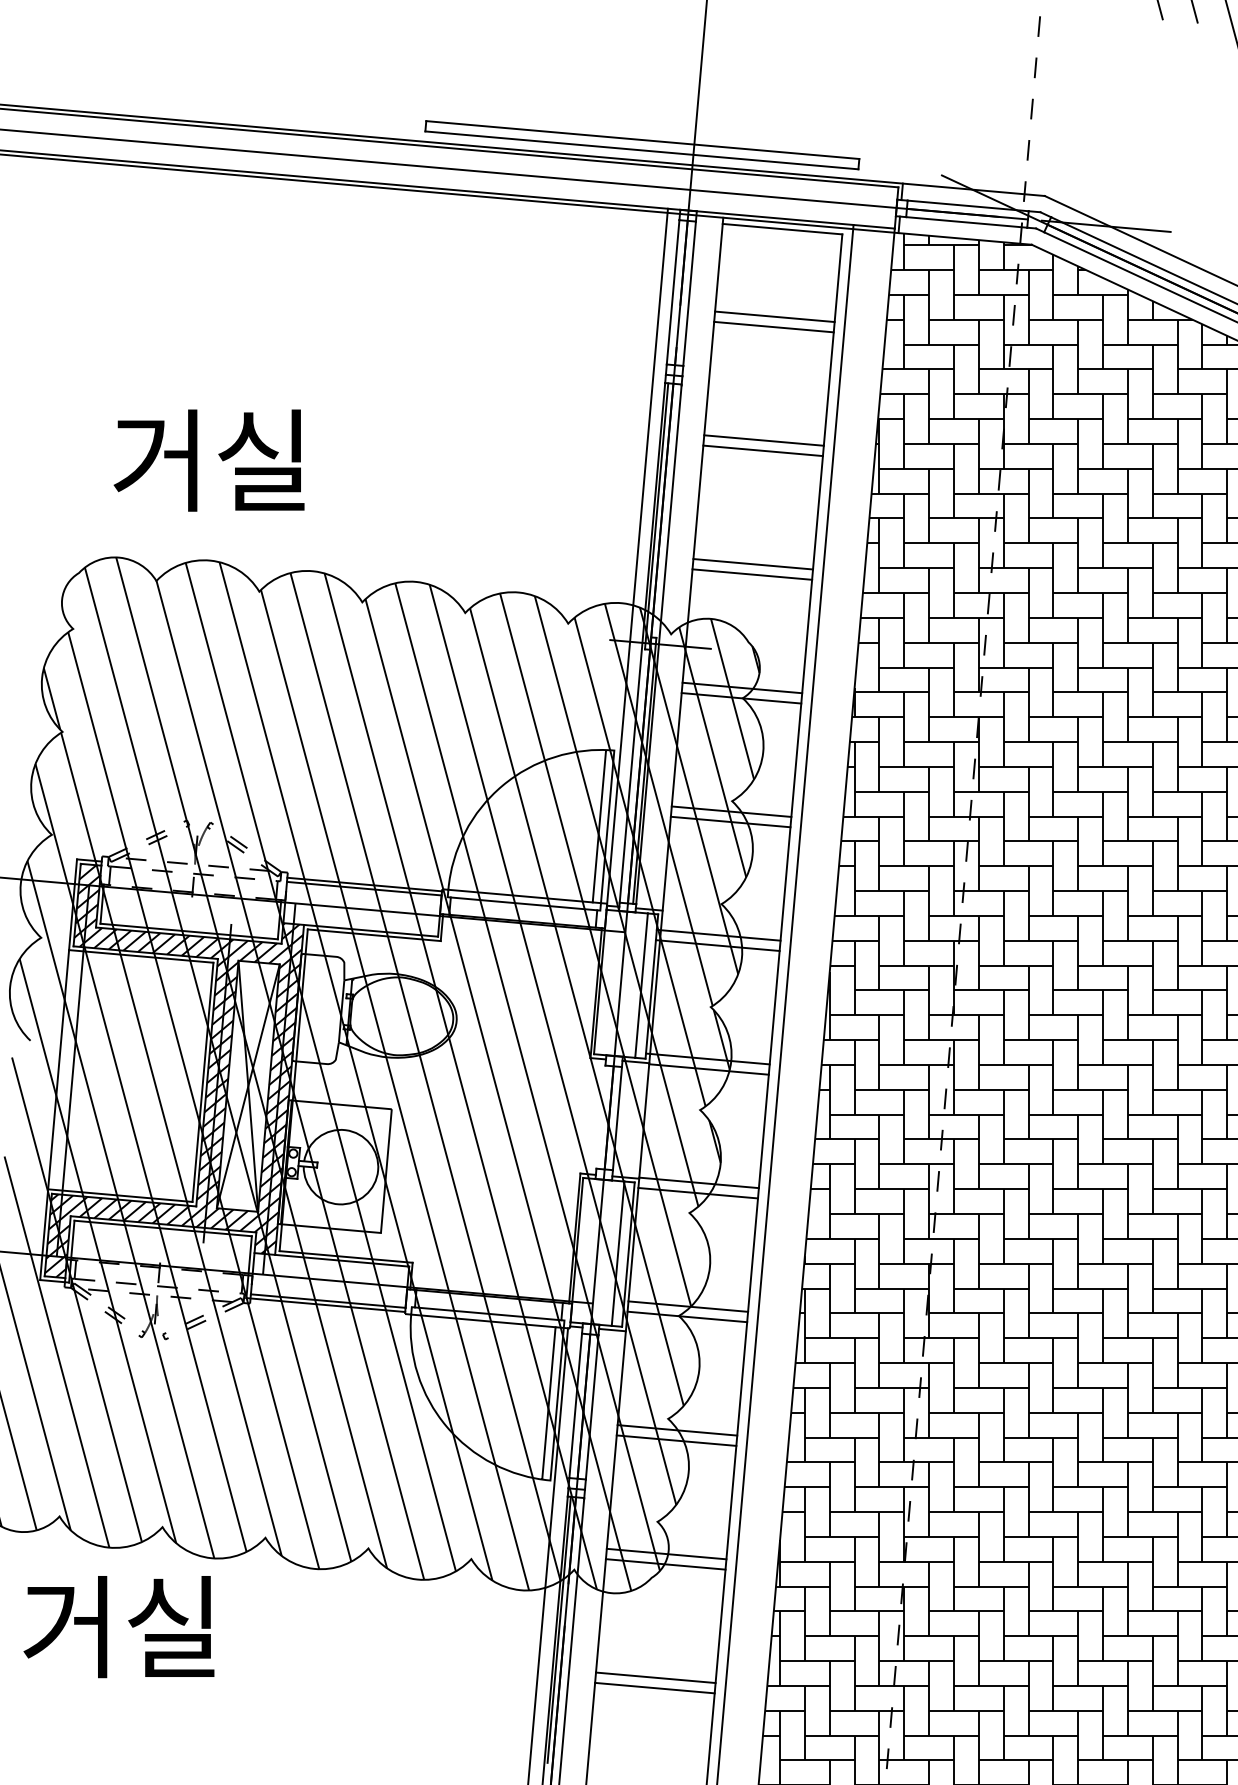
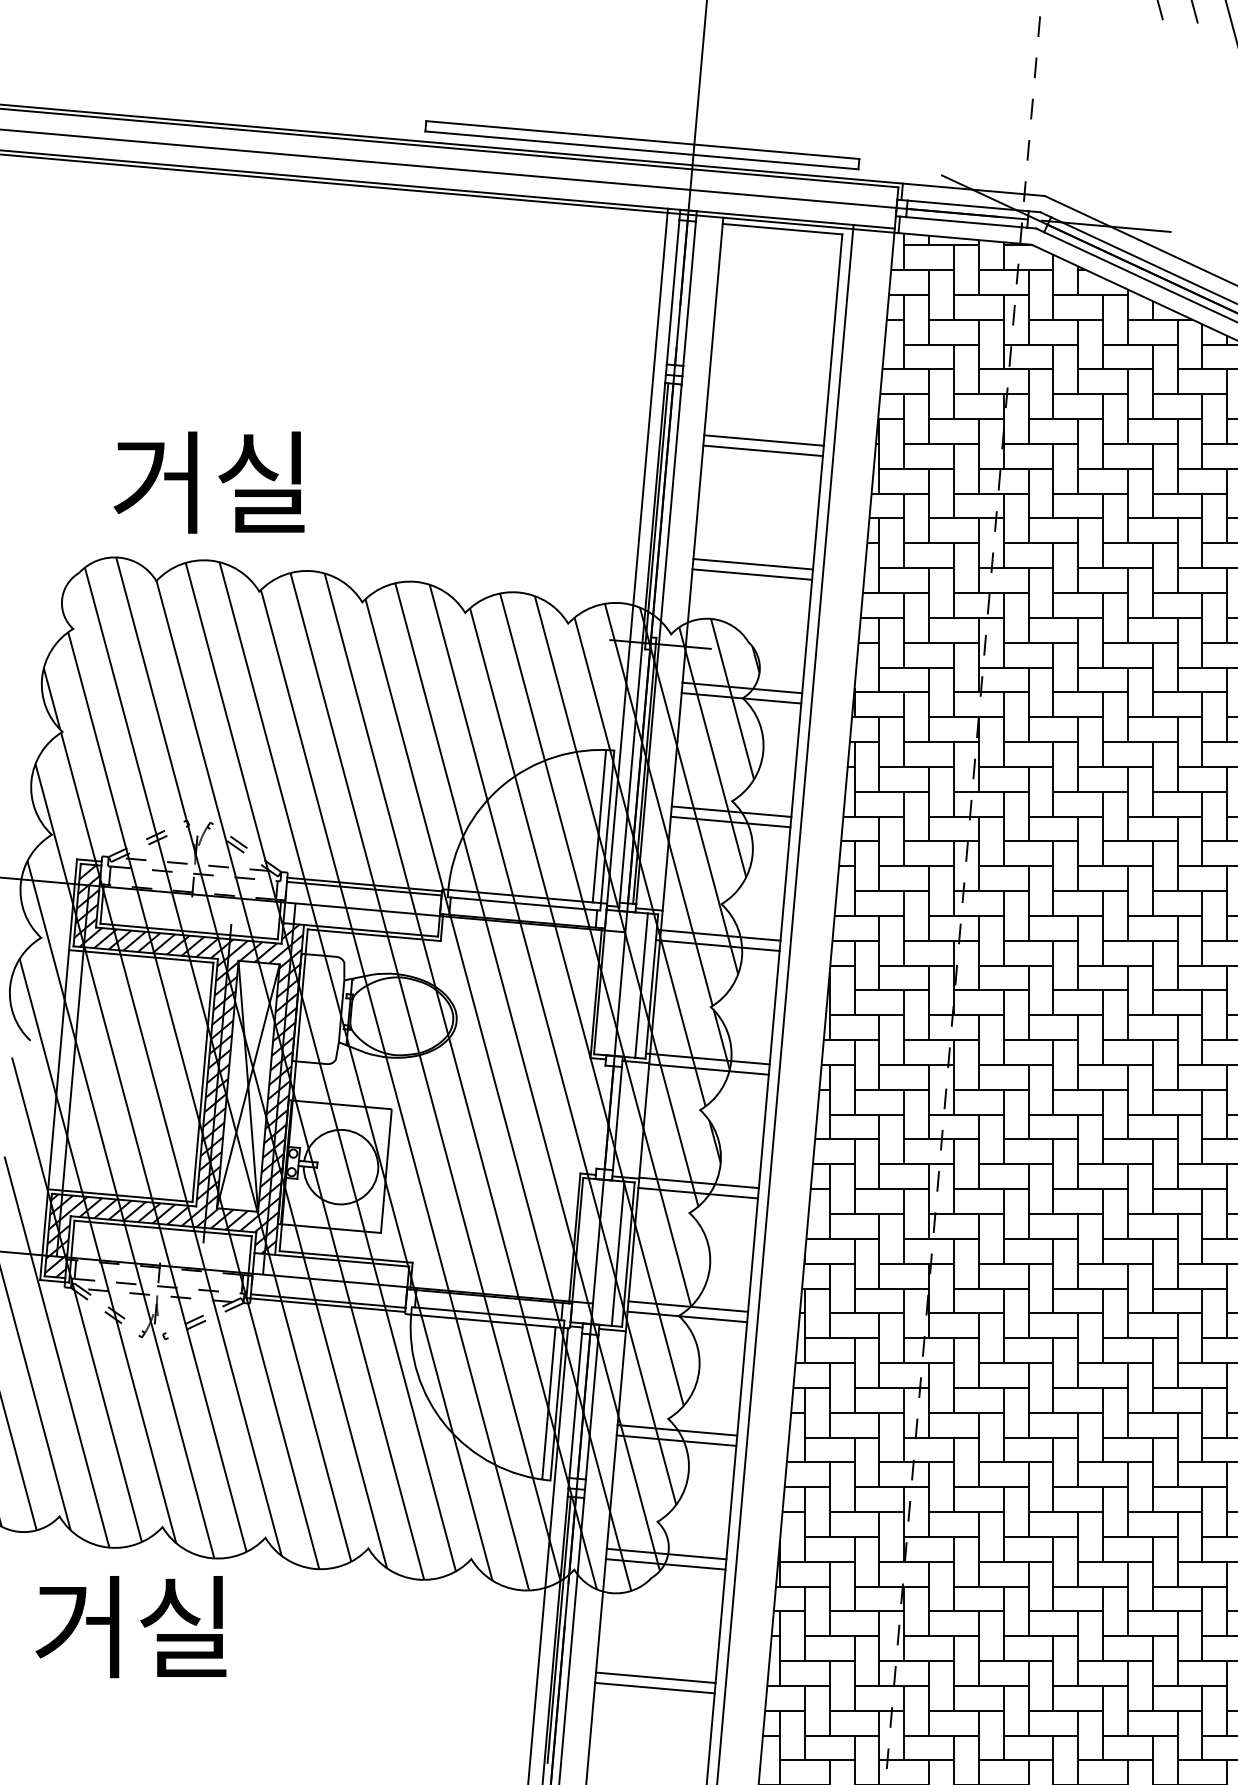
line at (774, 316): present -> none
line at (773, 326): present -> none
text at (208, 460) position: (208, 460) -> (208, 482)
text at (118, 1627) position: (118, 1627) -> (130, 1627)
